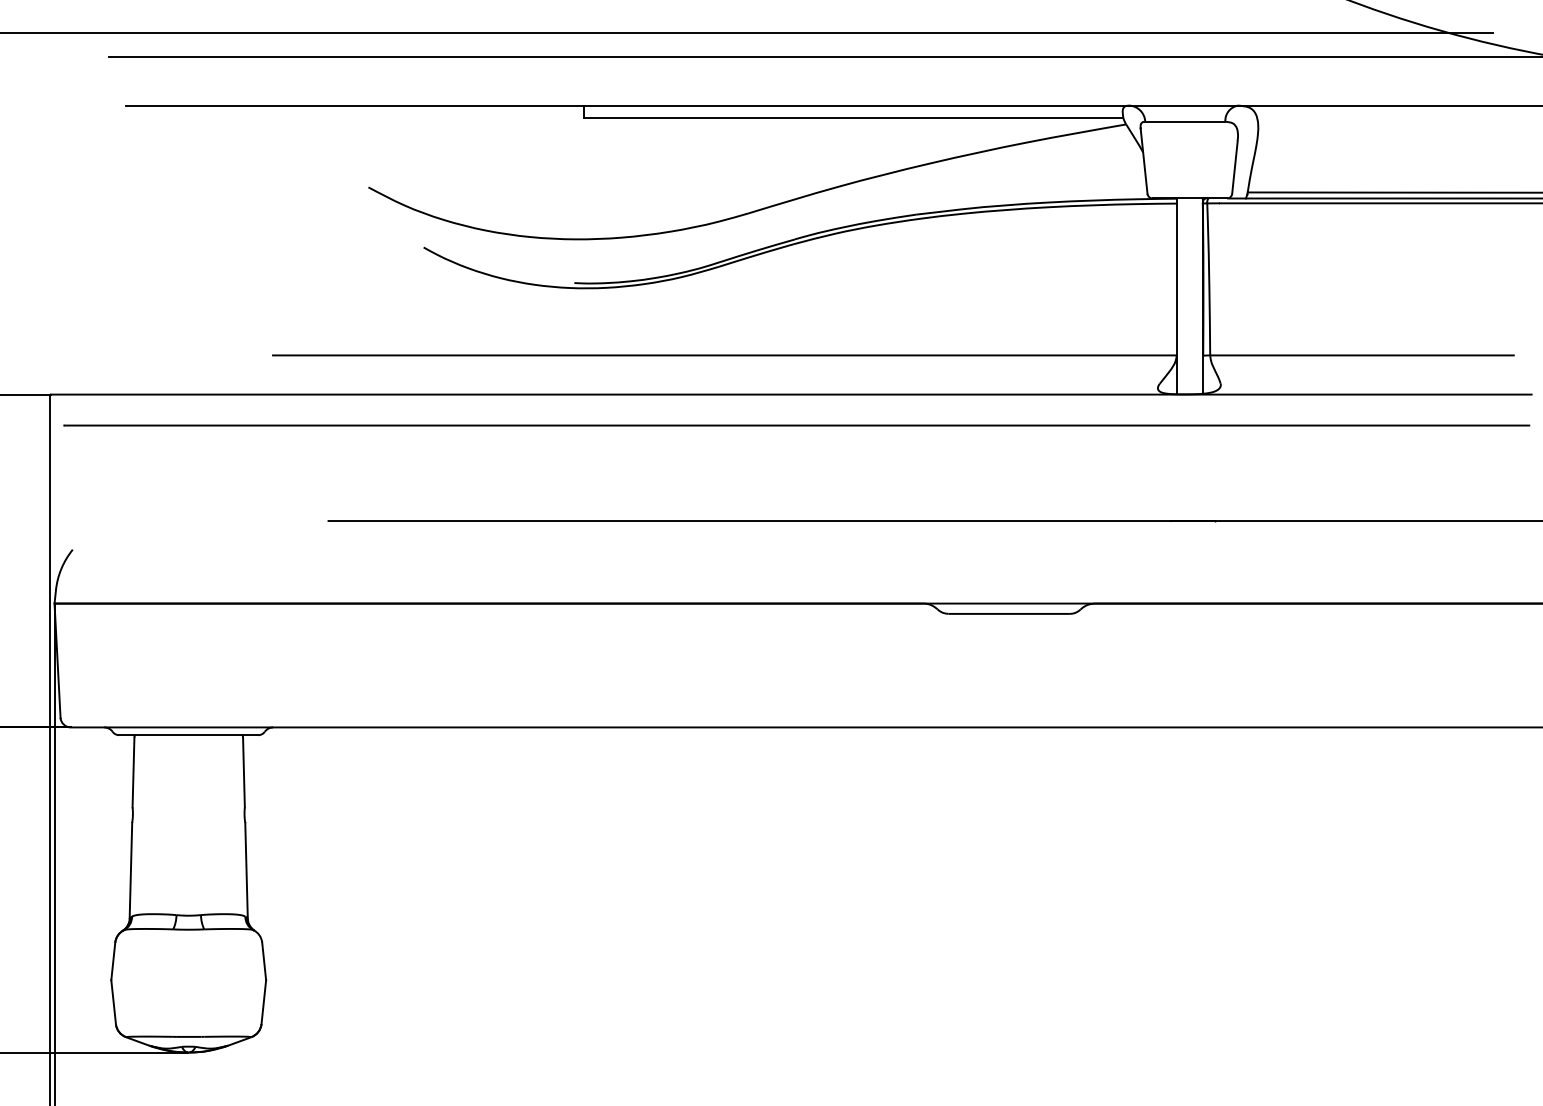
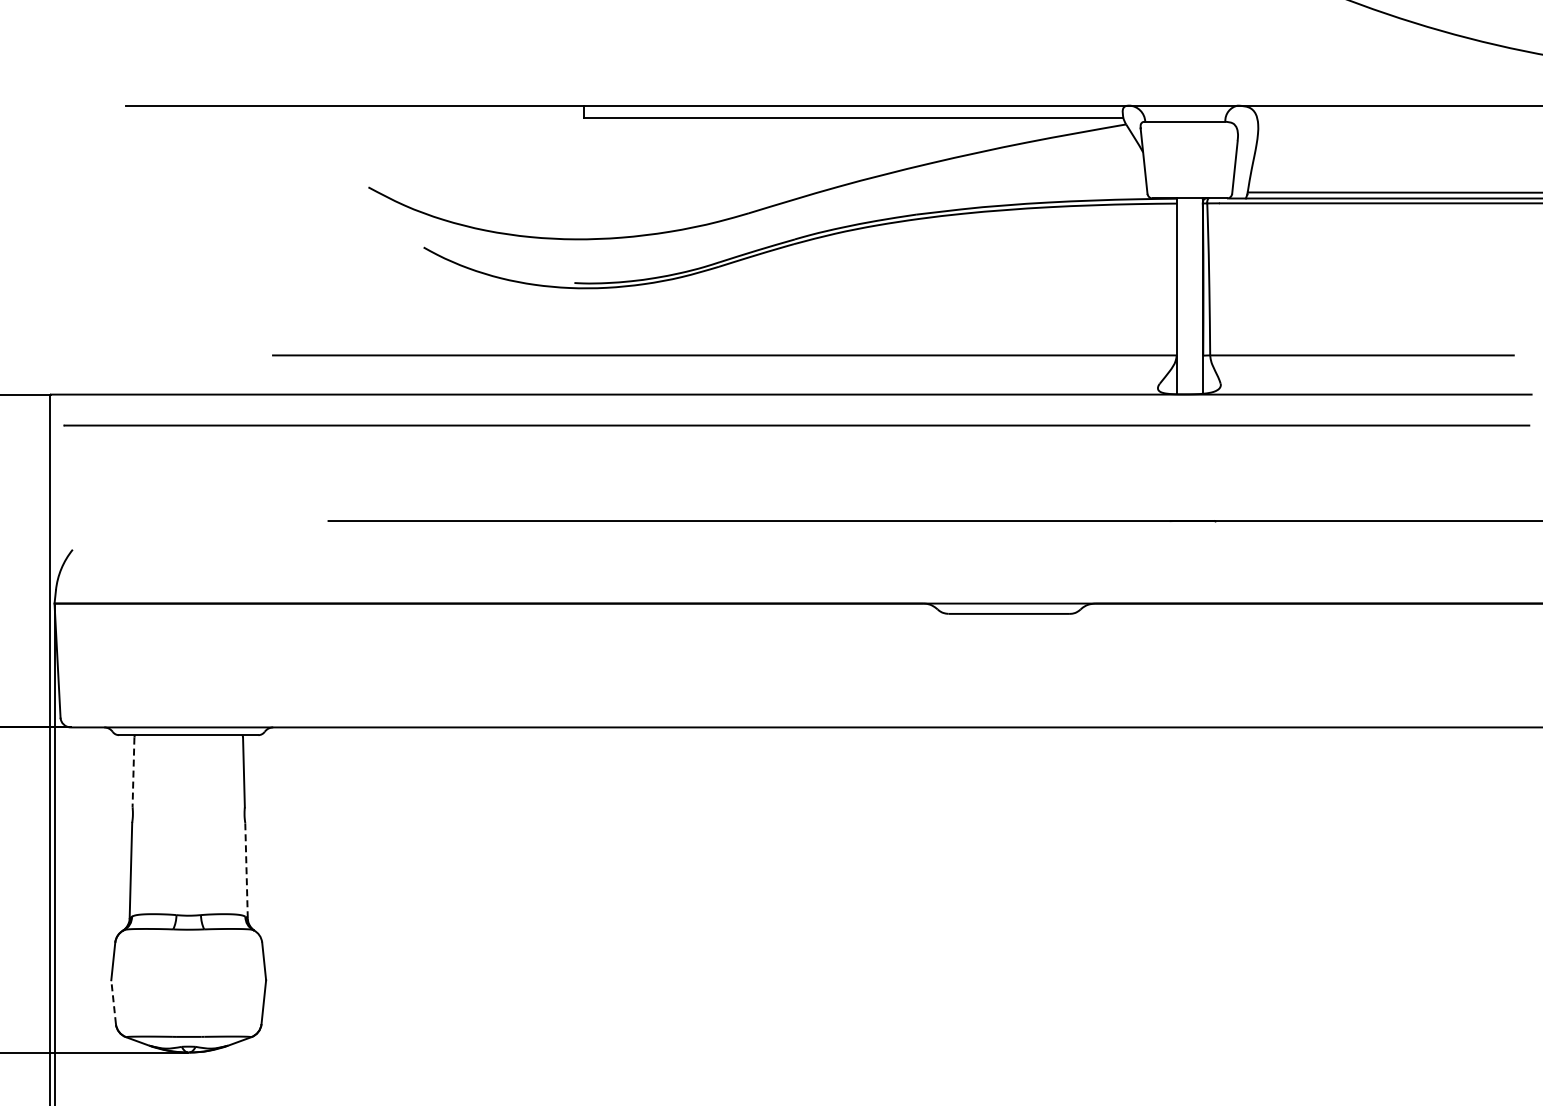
line at (747, 33): present -> none
line at (823, 56): present -> none
line at (133, 772): solid -> dashed
line at (246, 870): solid -> dashed
line at (113, 1001): solid -> dashed
